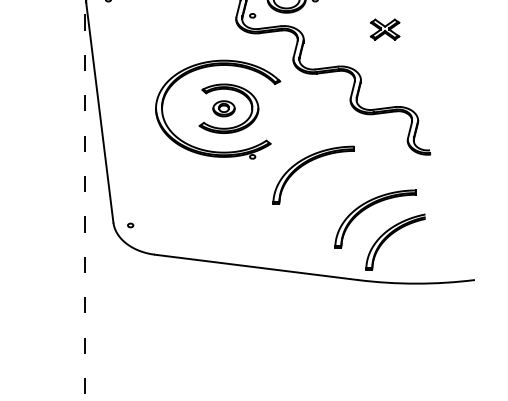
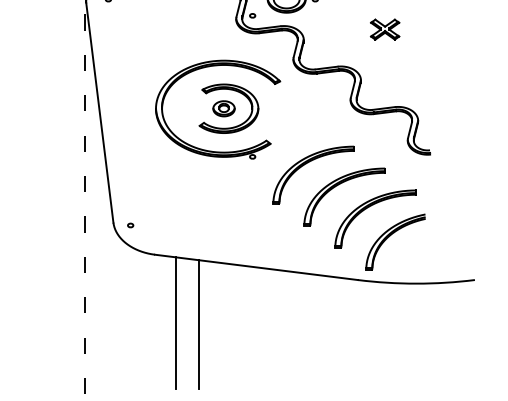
part at (337, 186): none -> present
line at (175, 322): none -> present
line at (198, 324): none -> present
